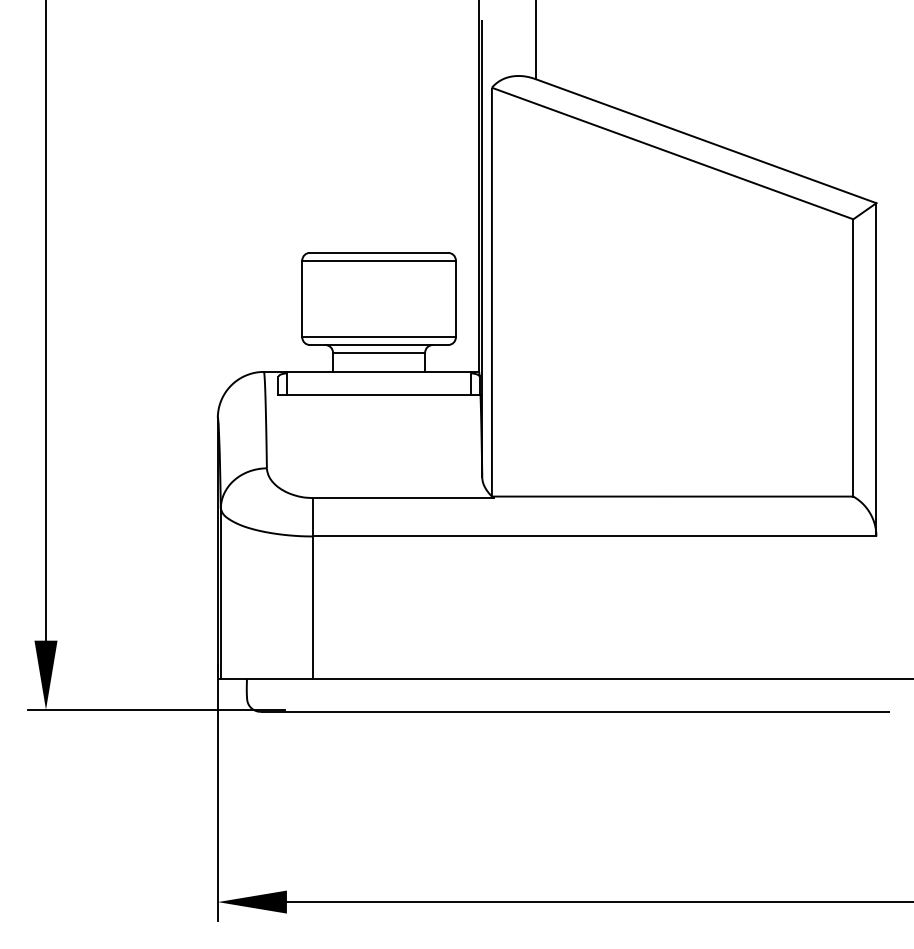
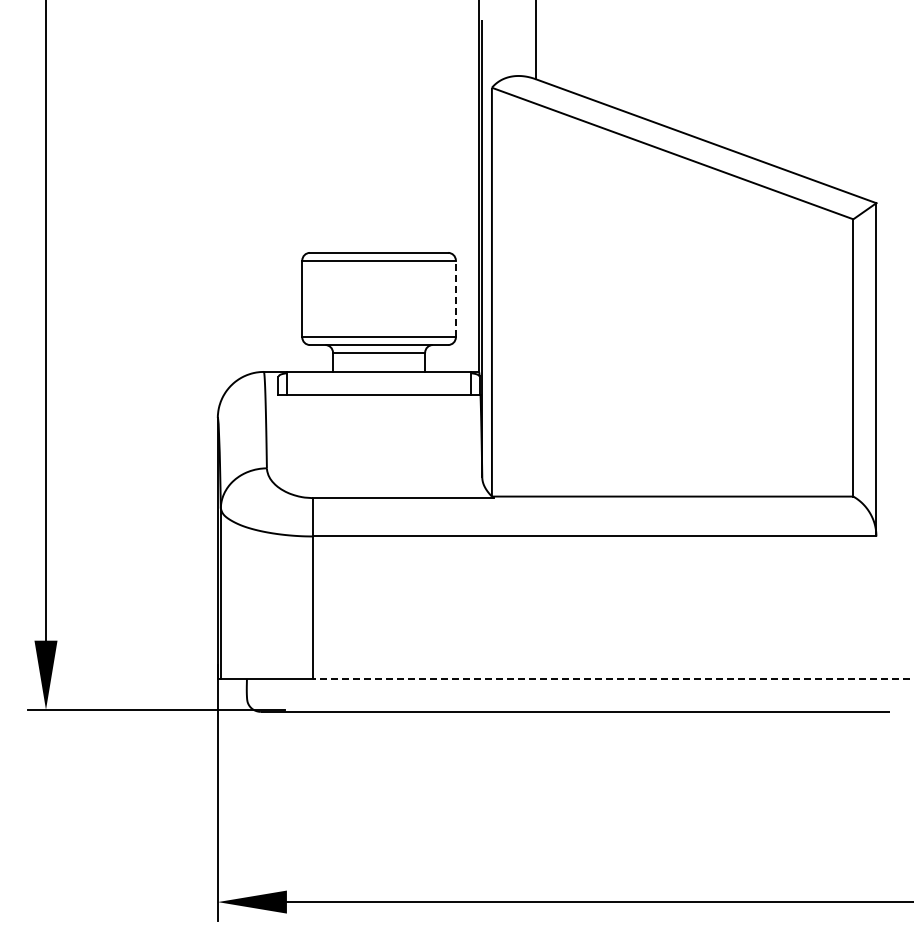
line at (455, 298): solid -> dashed
line at (612, 679): solid -> dashed
